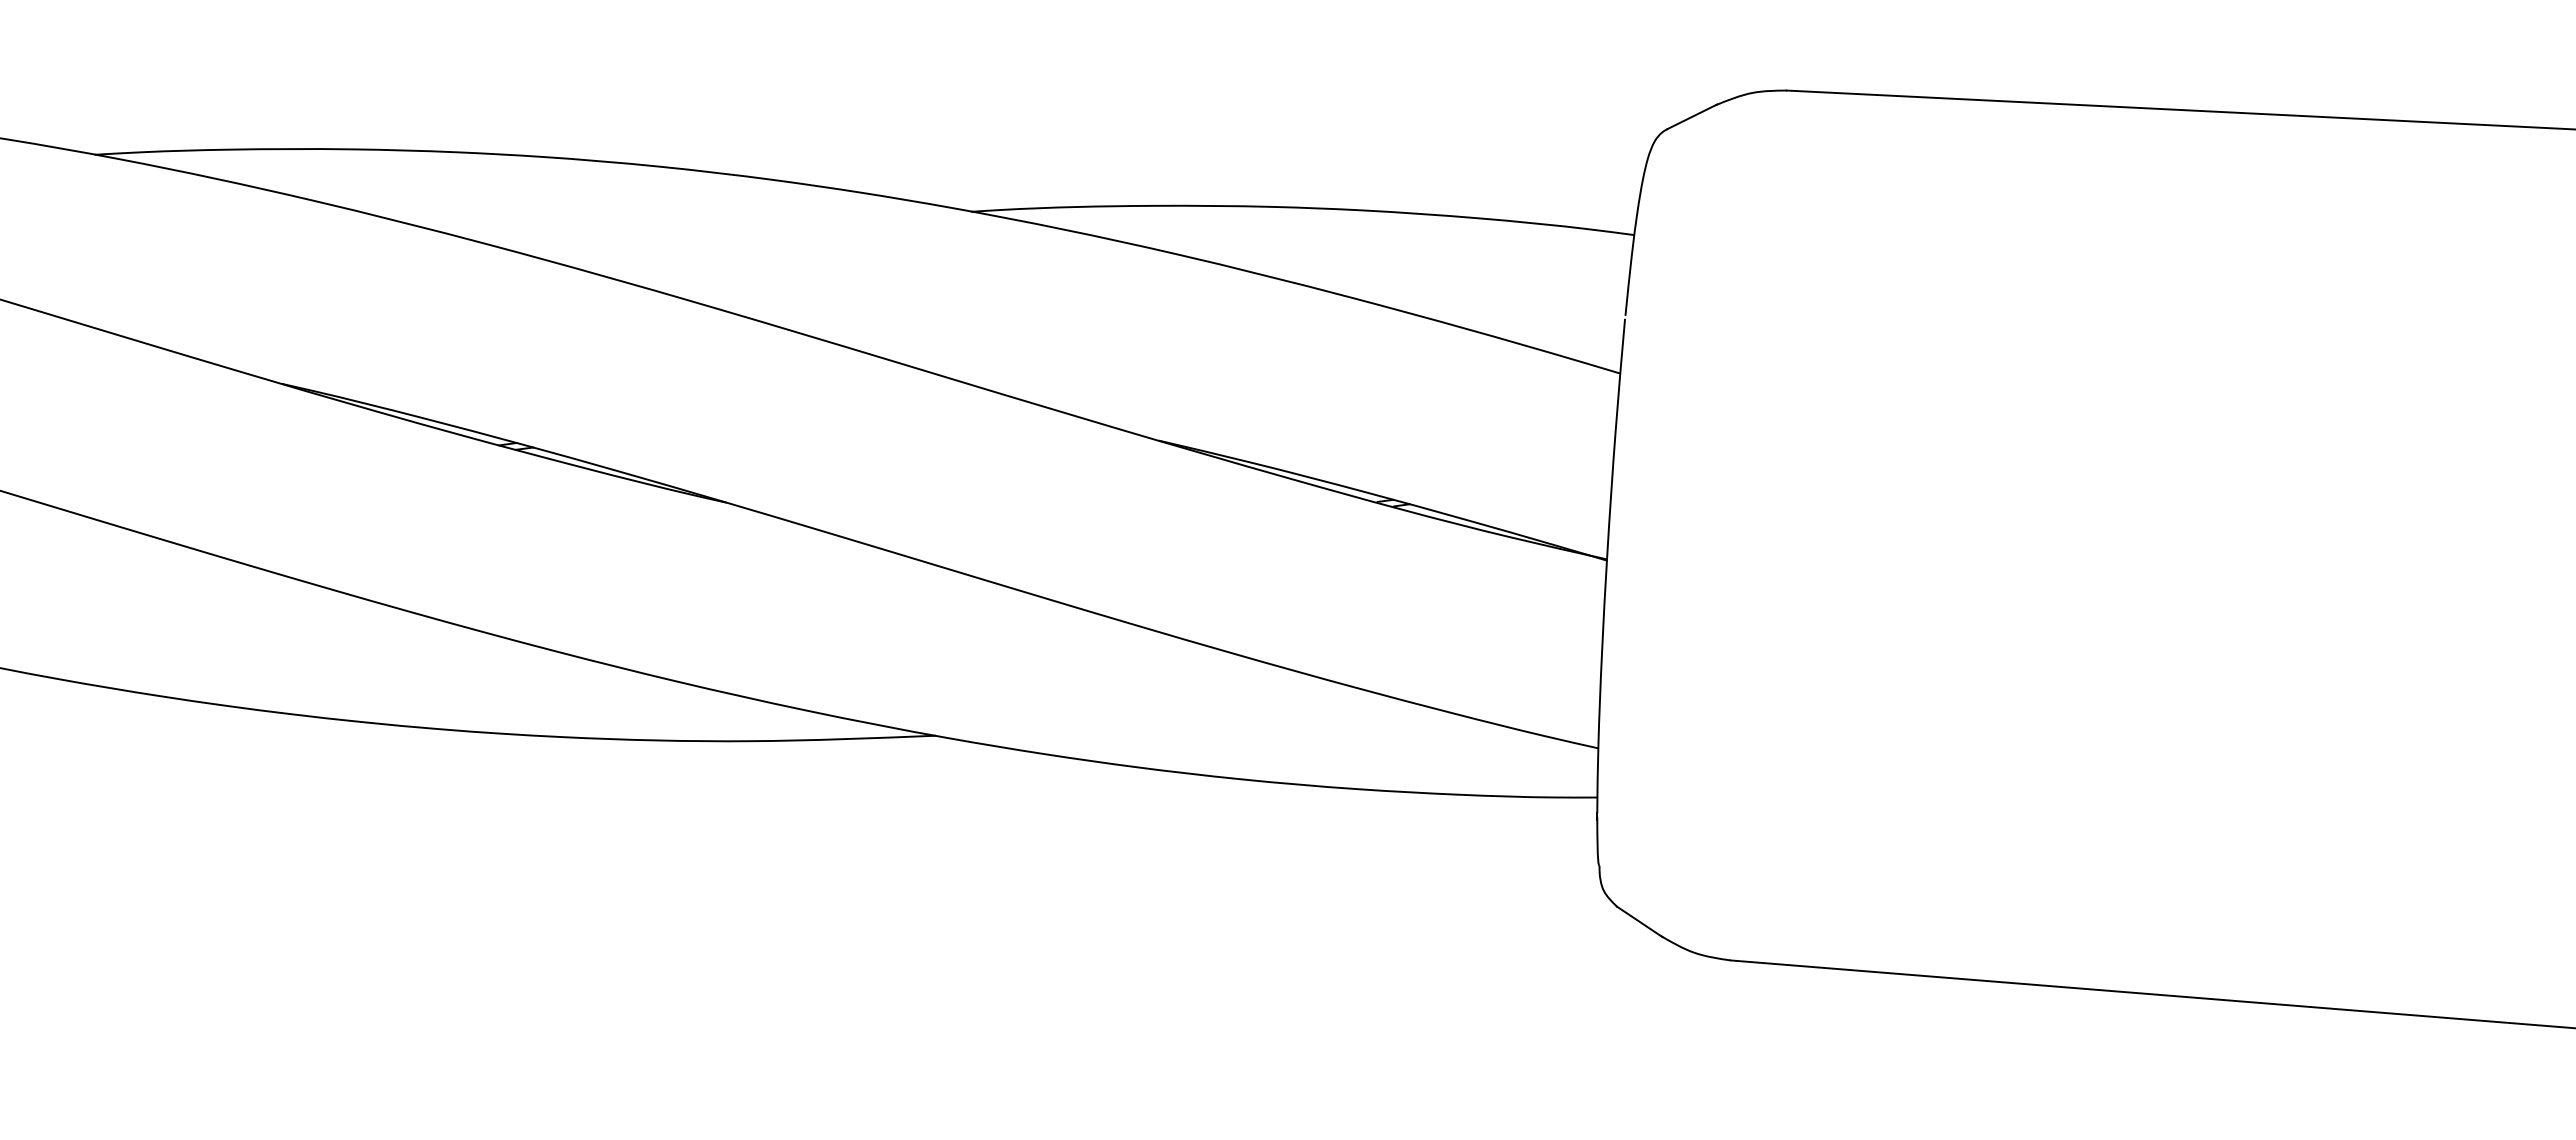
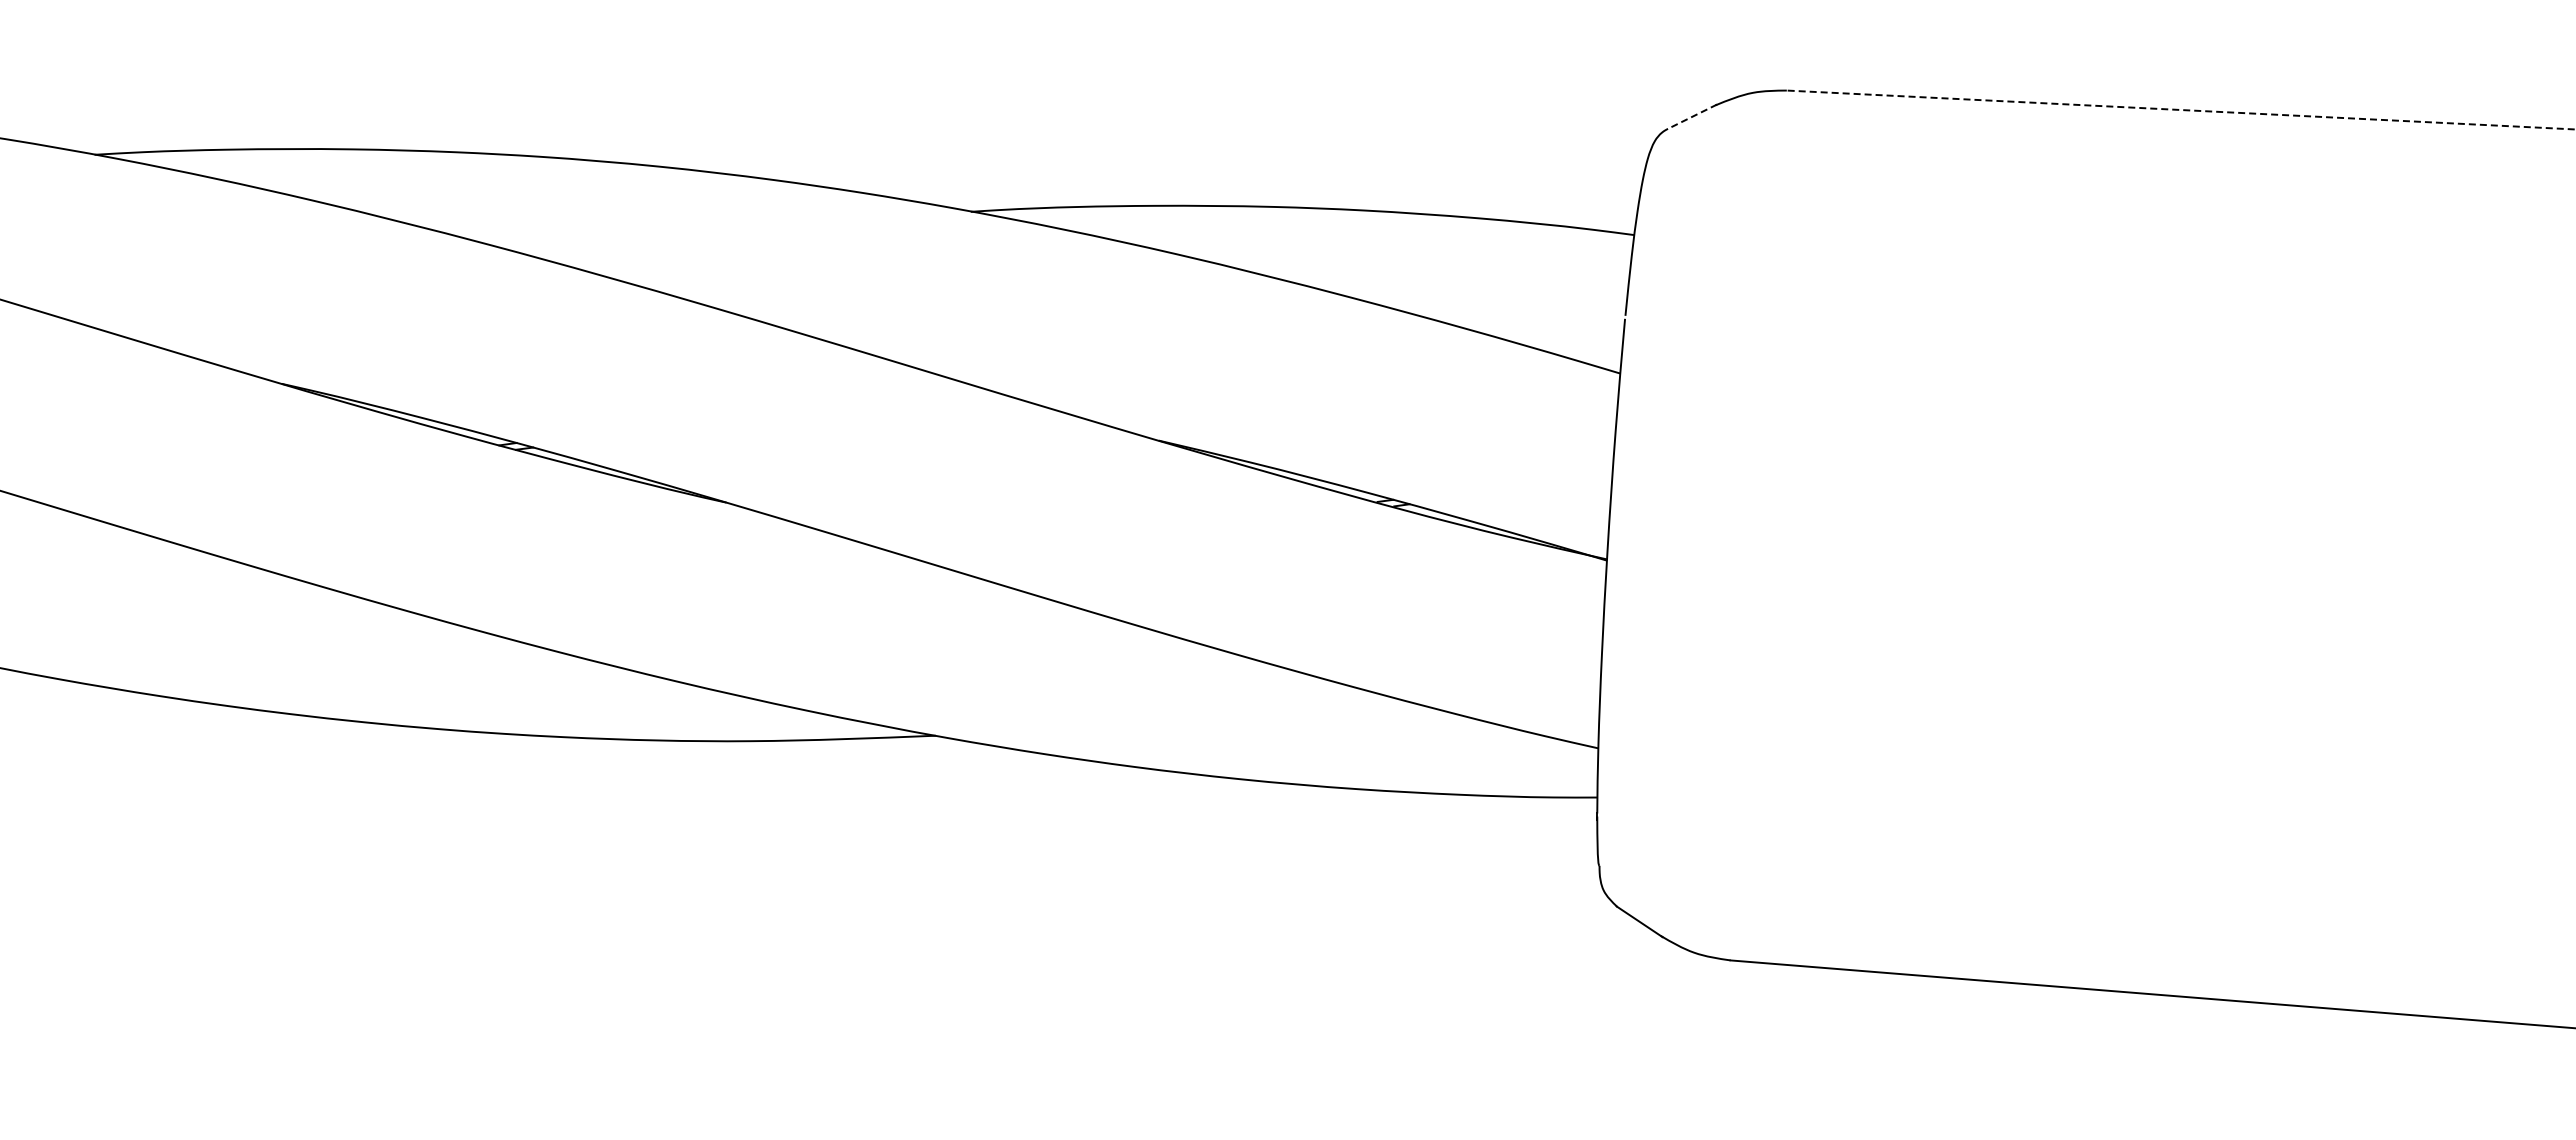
line at (2181, 110): solid -> dashed
line at (1692, 116): solid -> dashed
